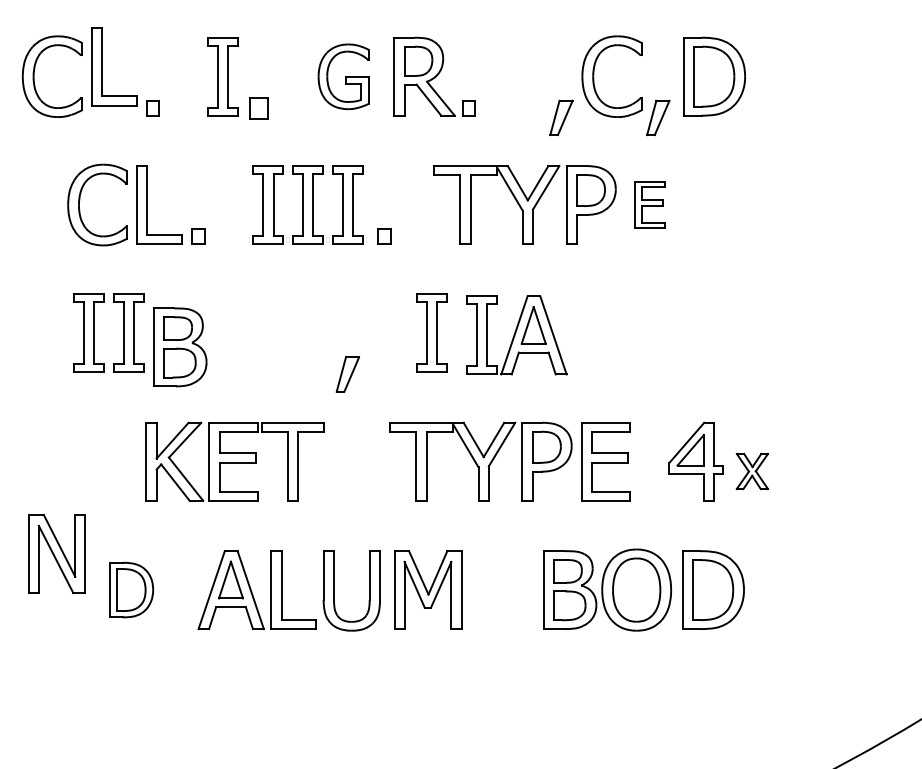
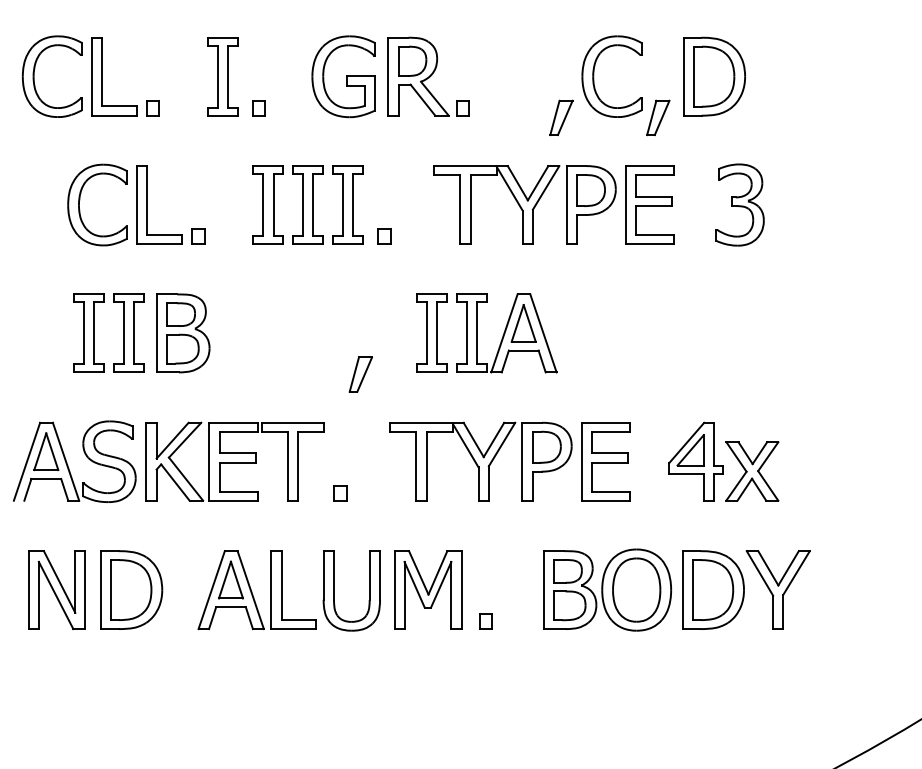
part at (102, 66) position: (102, 66) -> (102, 76)
part at (343, 76) size: 53x67 px -> 65x84 px
part at (434, 76) position: (434, 76) -> (428, 76)
part at (258, 108) size: 20x23 px -> 14x17 px
part at (649, 204) size: 32x48 px -> 50x80 px
part at (739, 204): none -> present
part at (516, 335) position: (516, 335) -> (506, 333)
part at (180, 347) position: (180, 347) -> (183, 333)
part at (347, 374) position: (347, 374) -> (360, 374)
part at (67, 462): none -> present
part at (751, 471) size: 34x39 px -> 55x61 px
part at (340, 493): none -> present
part at (56, 554) position: (56, 554) -> (56, 590)
part at (131, 589) size: 46x58 px -> 64x80 px
part at (777, 589): none -> present
part at (485, 621): none -> present
